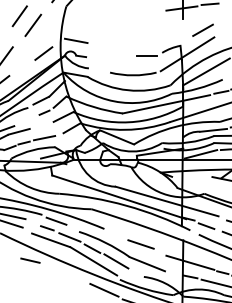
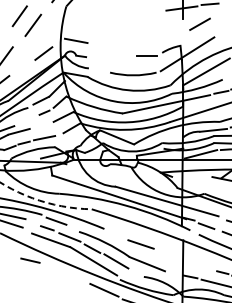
line at (202, 29) position: (202, 29) -> (199, 23)
arc at (44, 202): solid -> dashed
line at (190, 262): present -> none
